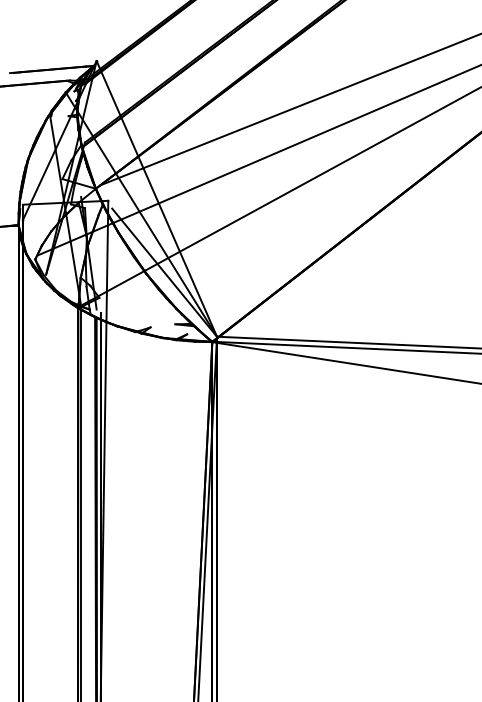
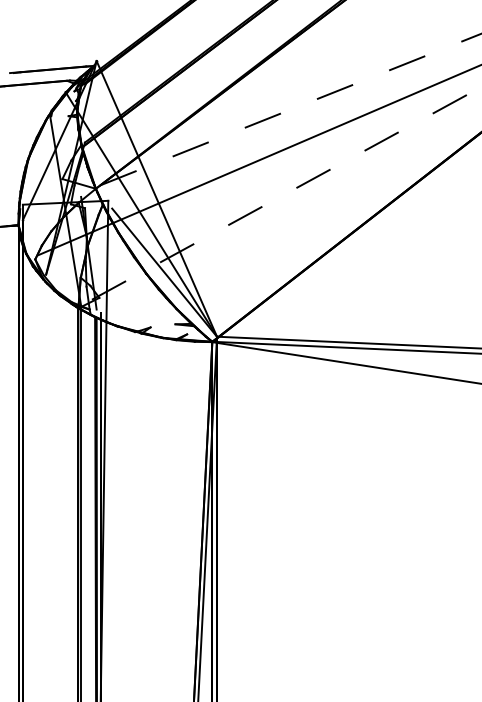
line at (291, 109): solid -> dashed
line at (281, 196): solid -> dashed
